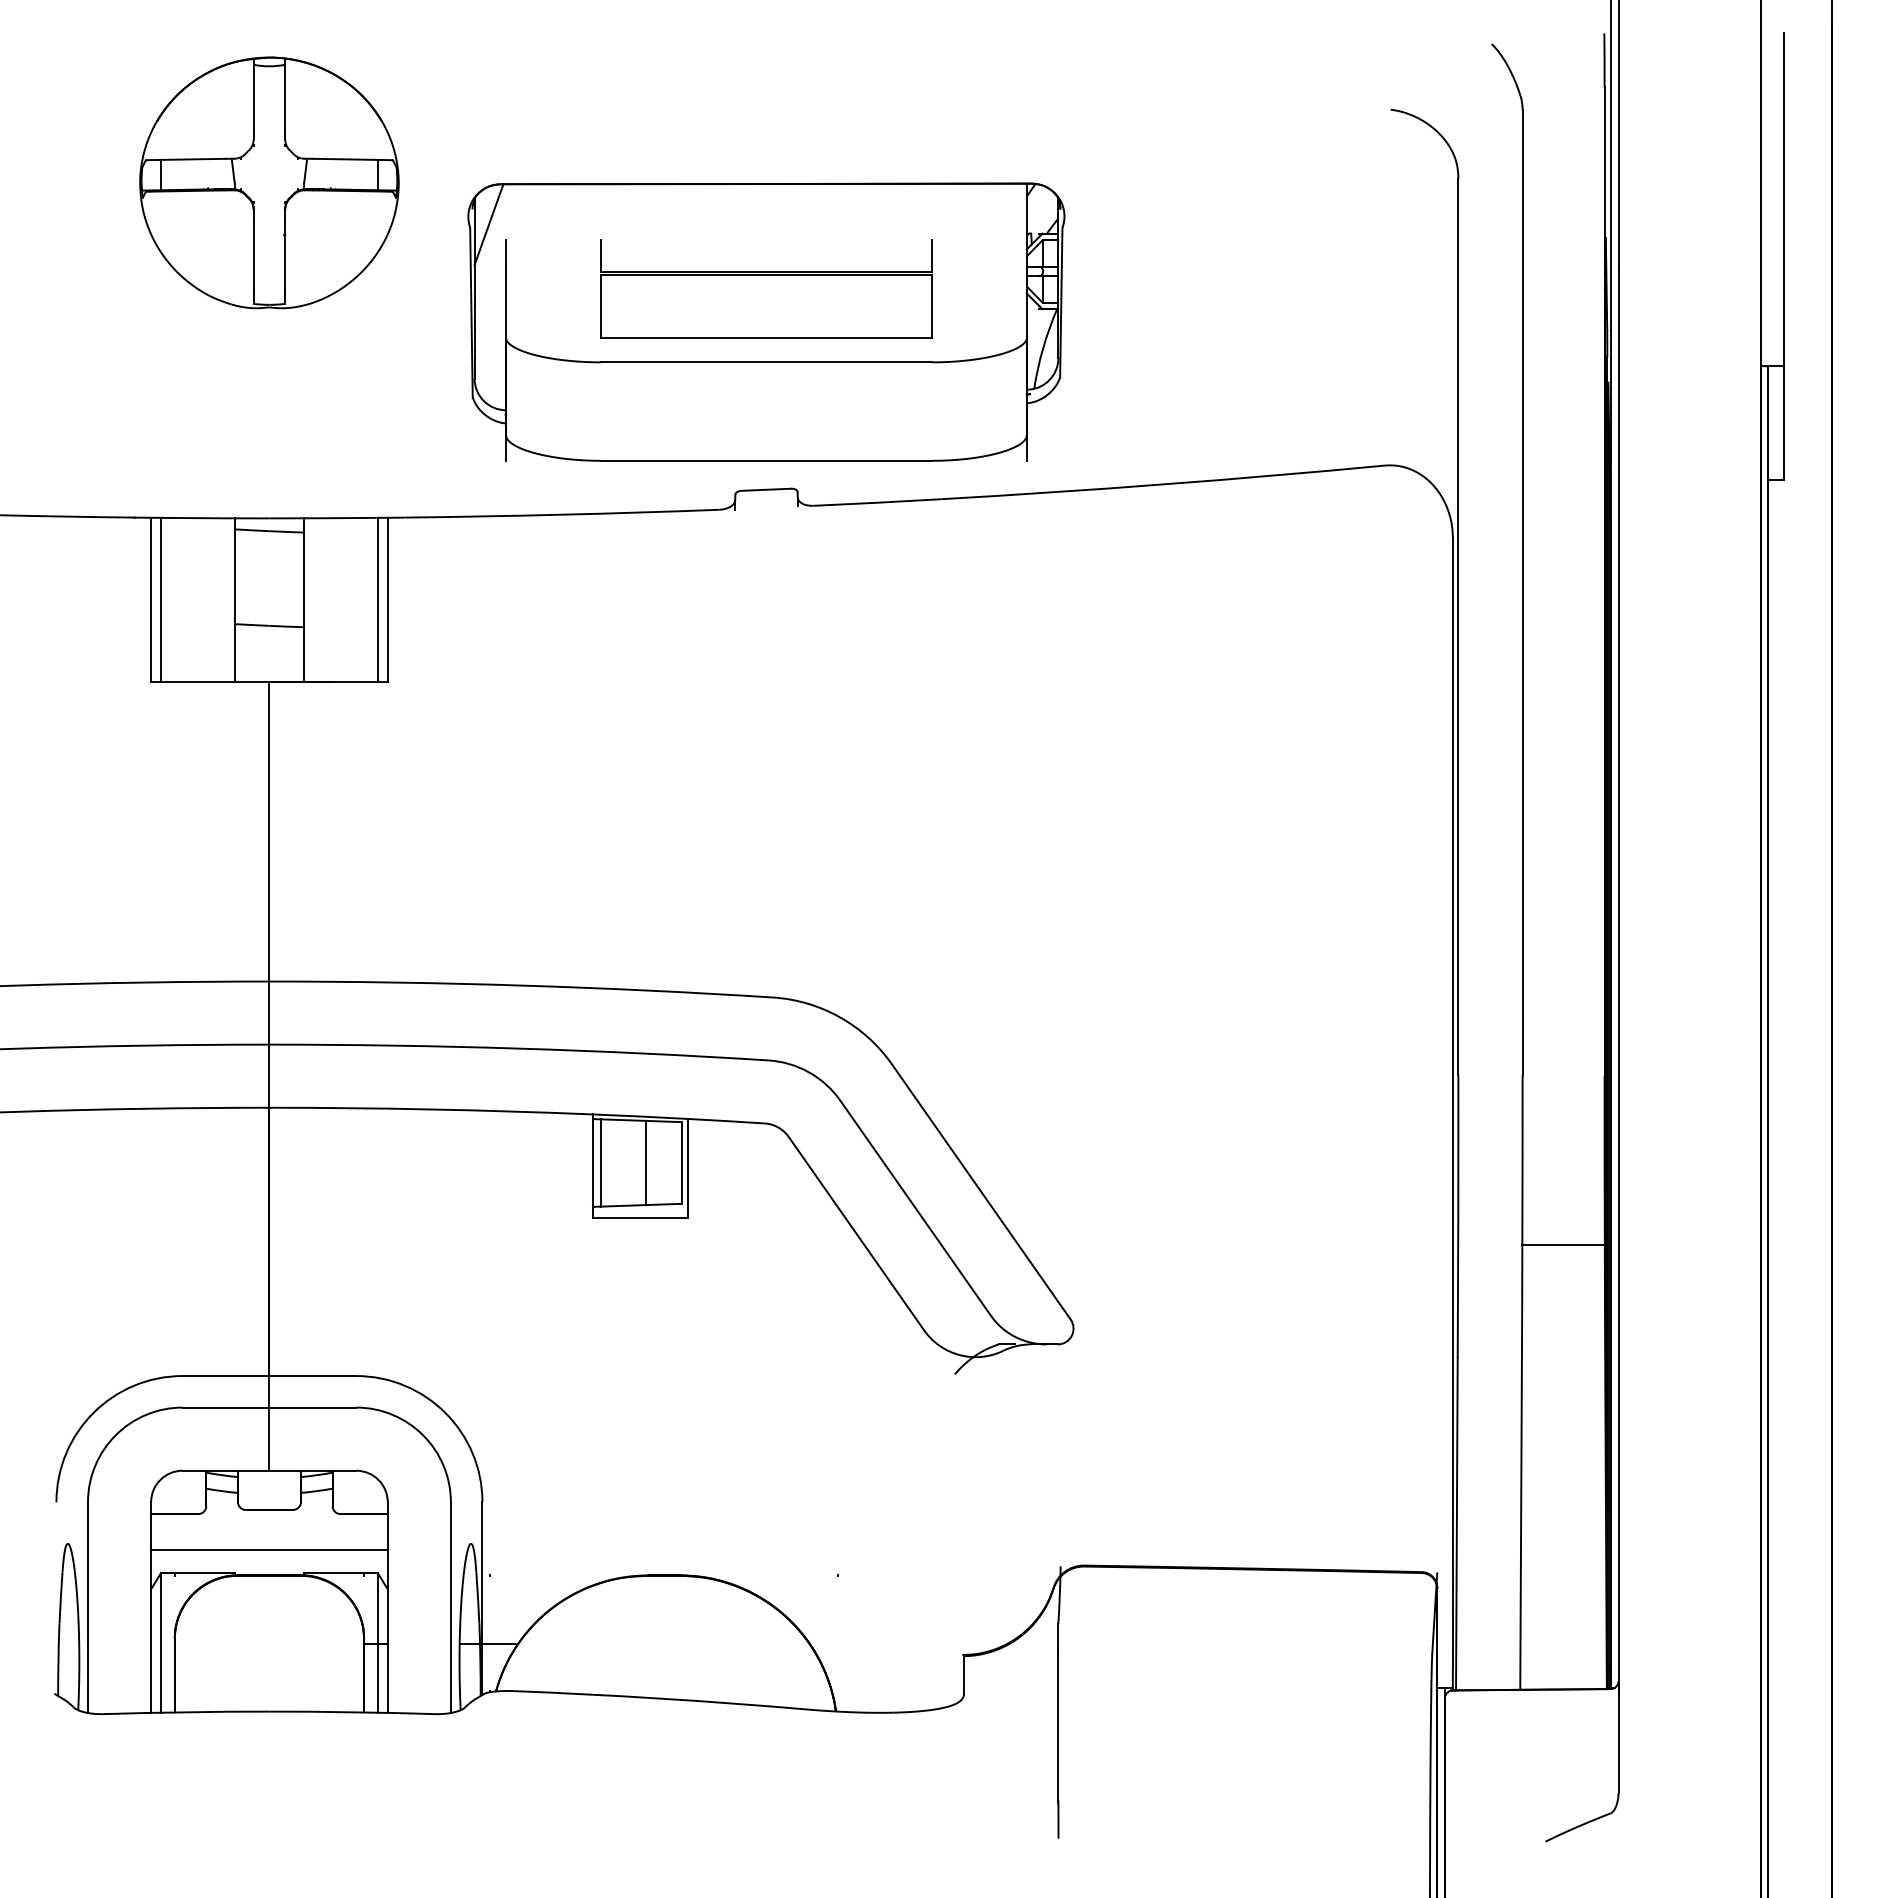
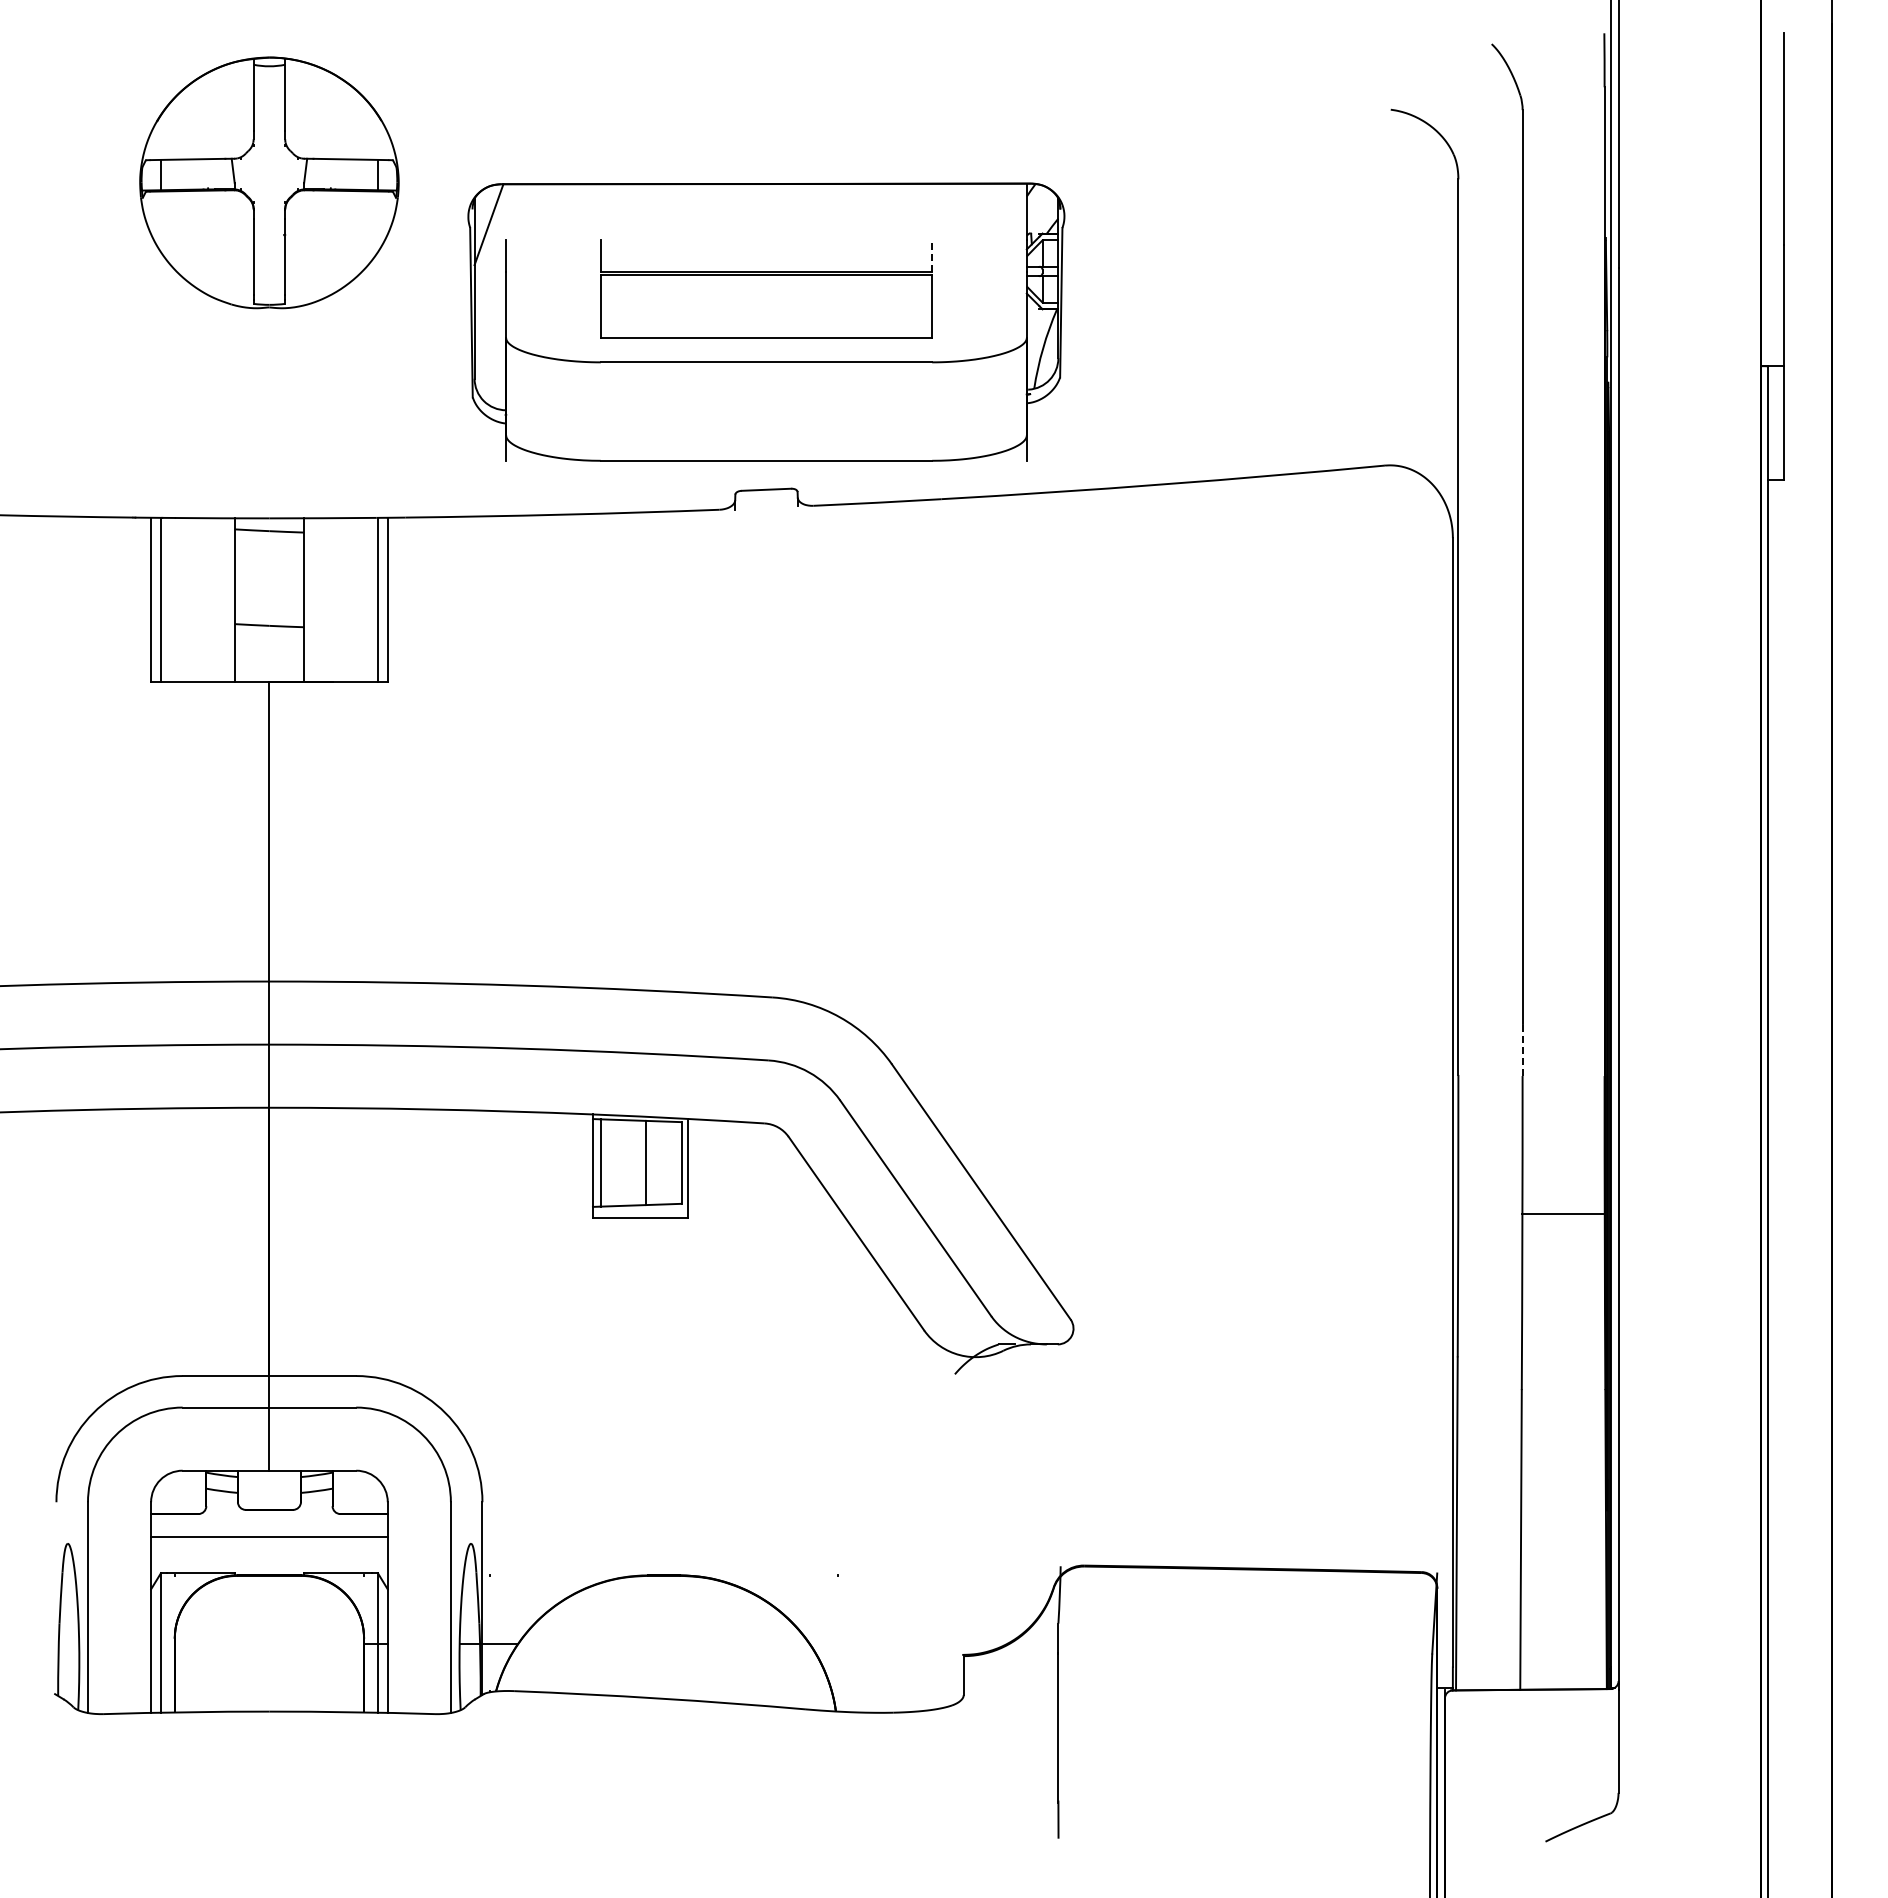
line at (932, 255): solid -> dashed
line at (1522, 1050): solid -> dashed
line at (1563, 1245) position: (1563, 1245) -> (1563, 1214)
line at (269, 1549) position: (269, 1549) -> (269, 1536)
